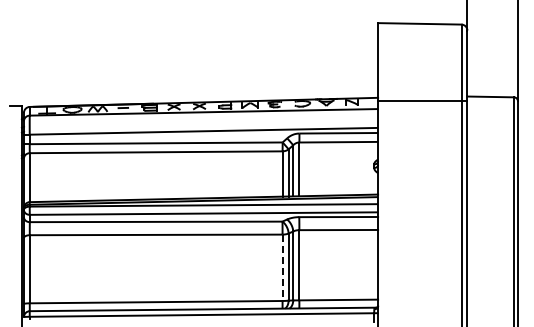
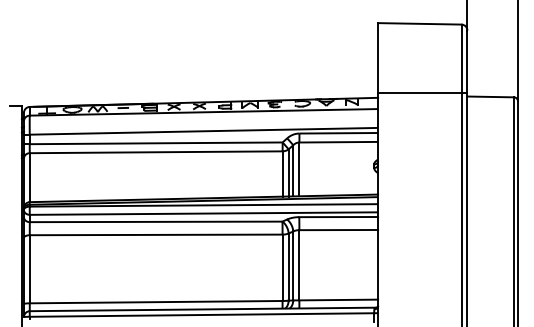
line at (422, 100) position: (422, 100) -> (422, 92)
line at (282, 268): dashed -> solid
